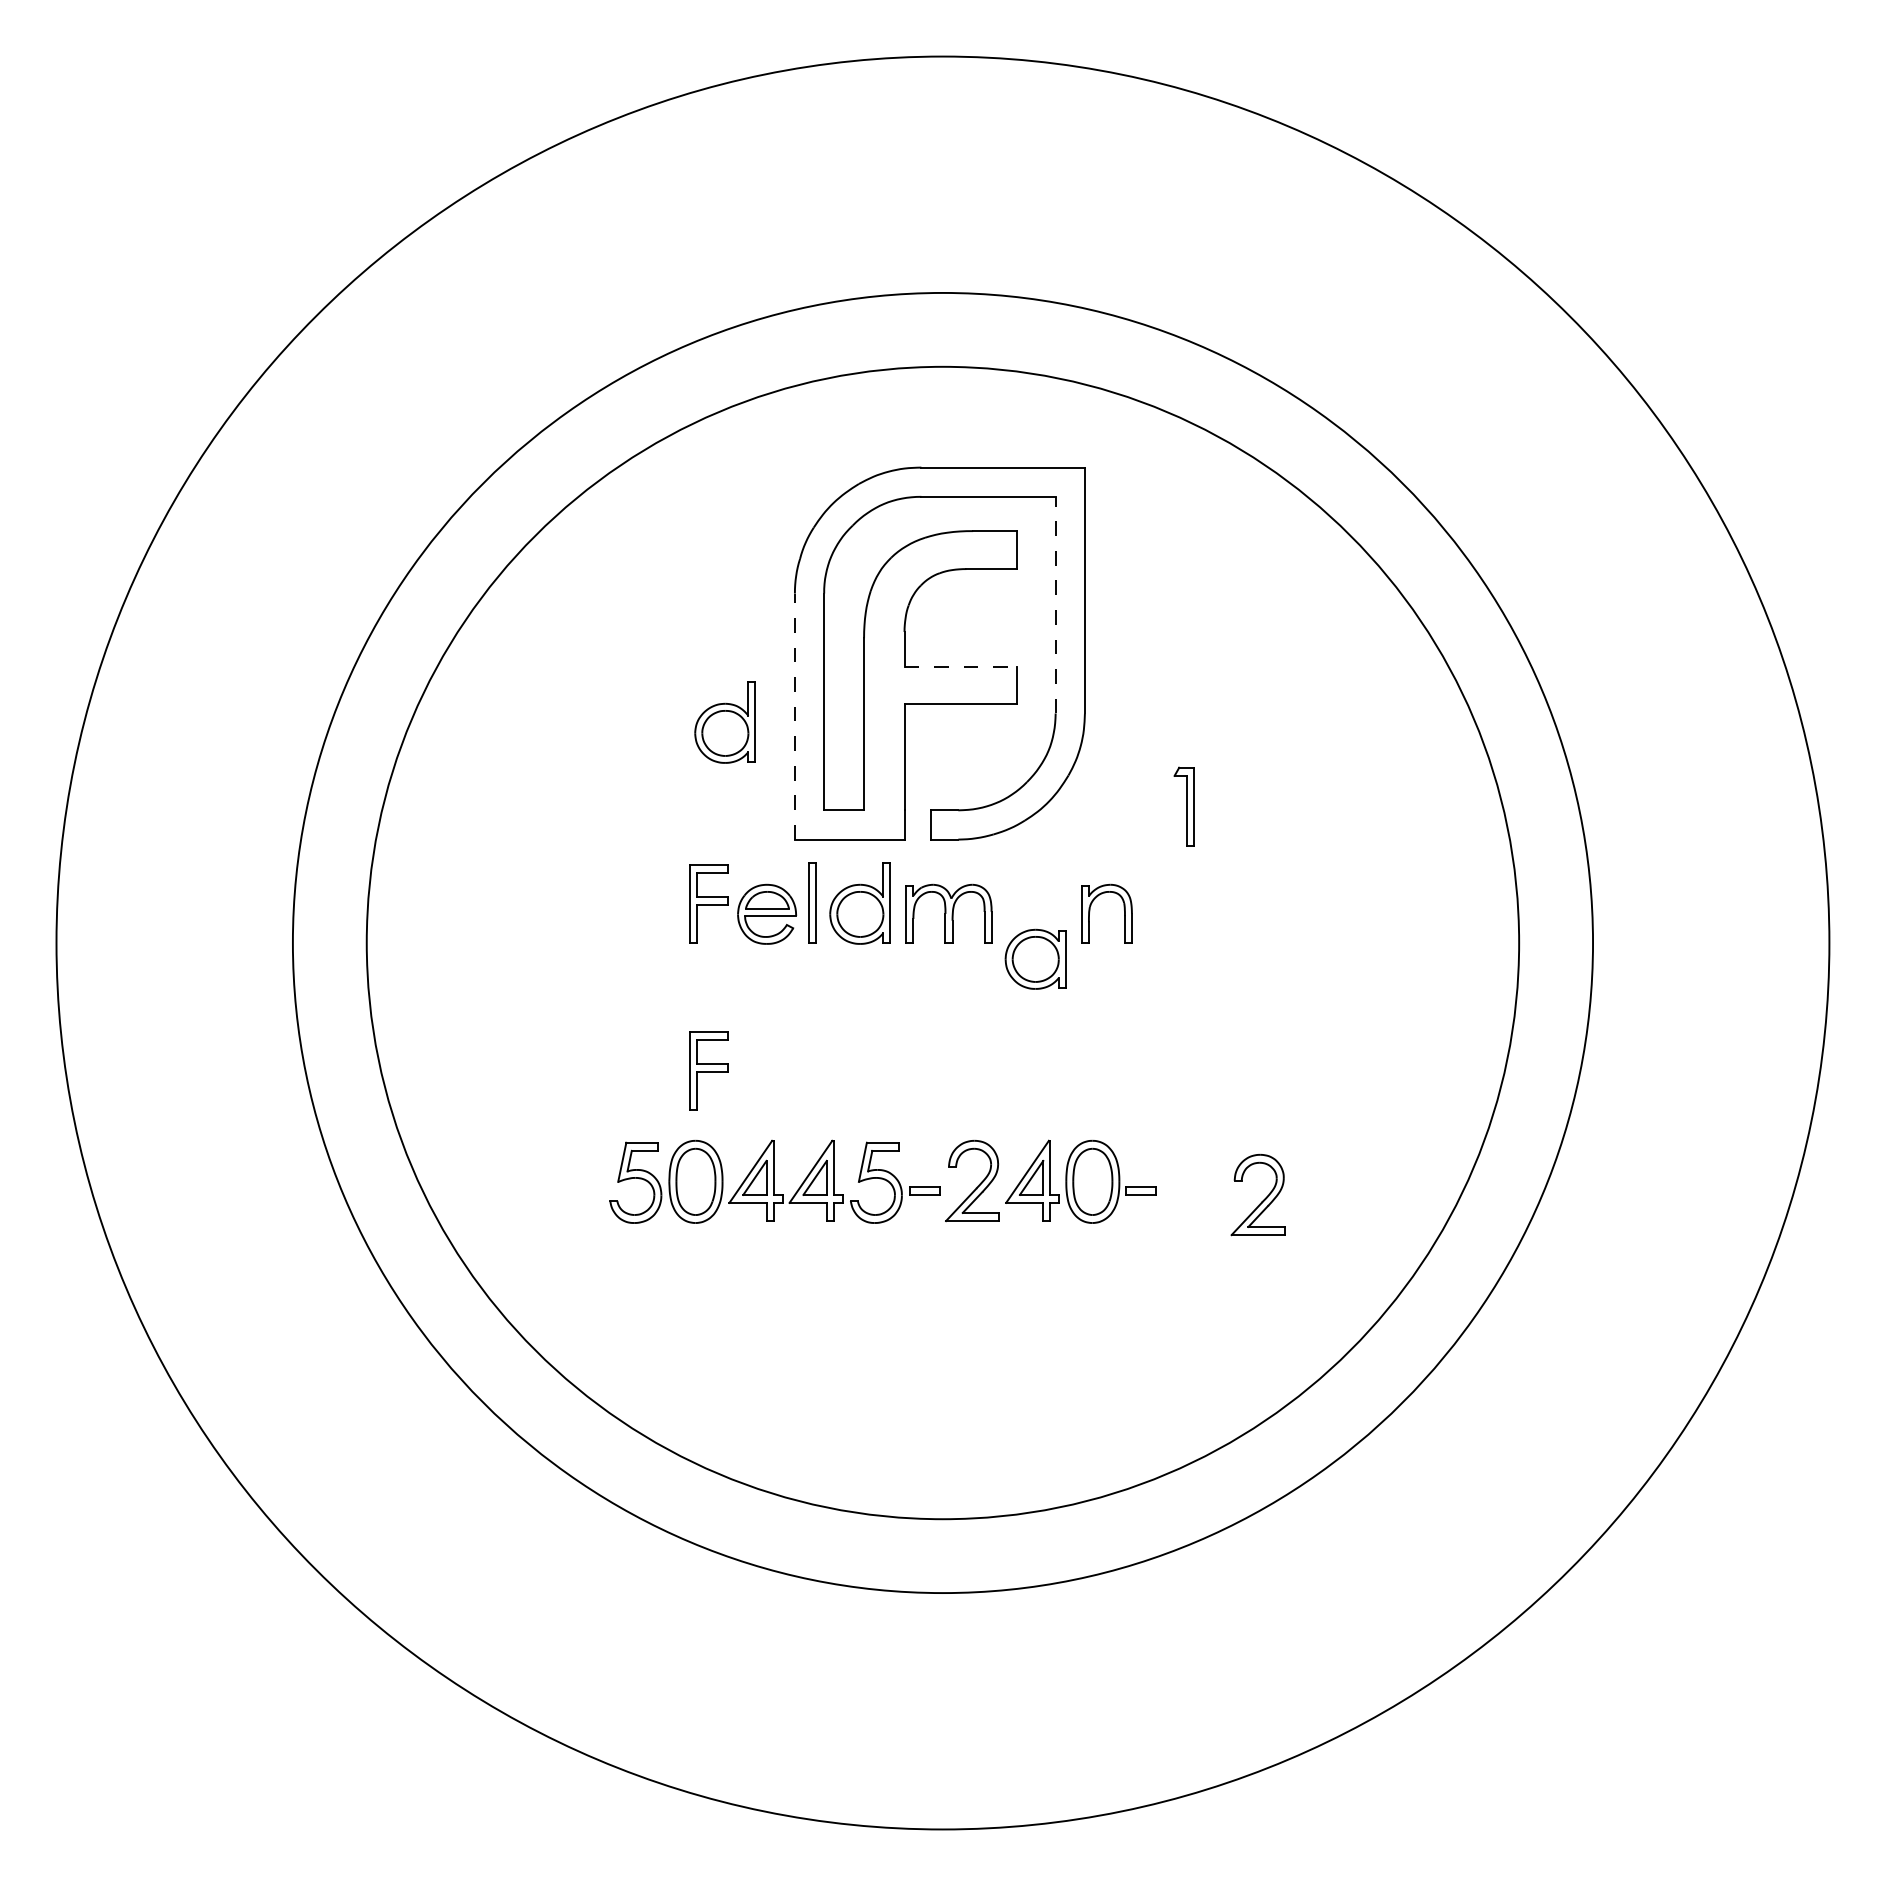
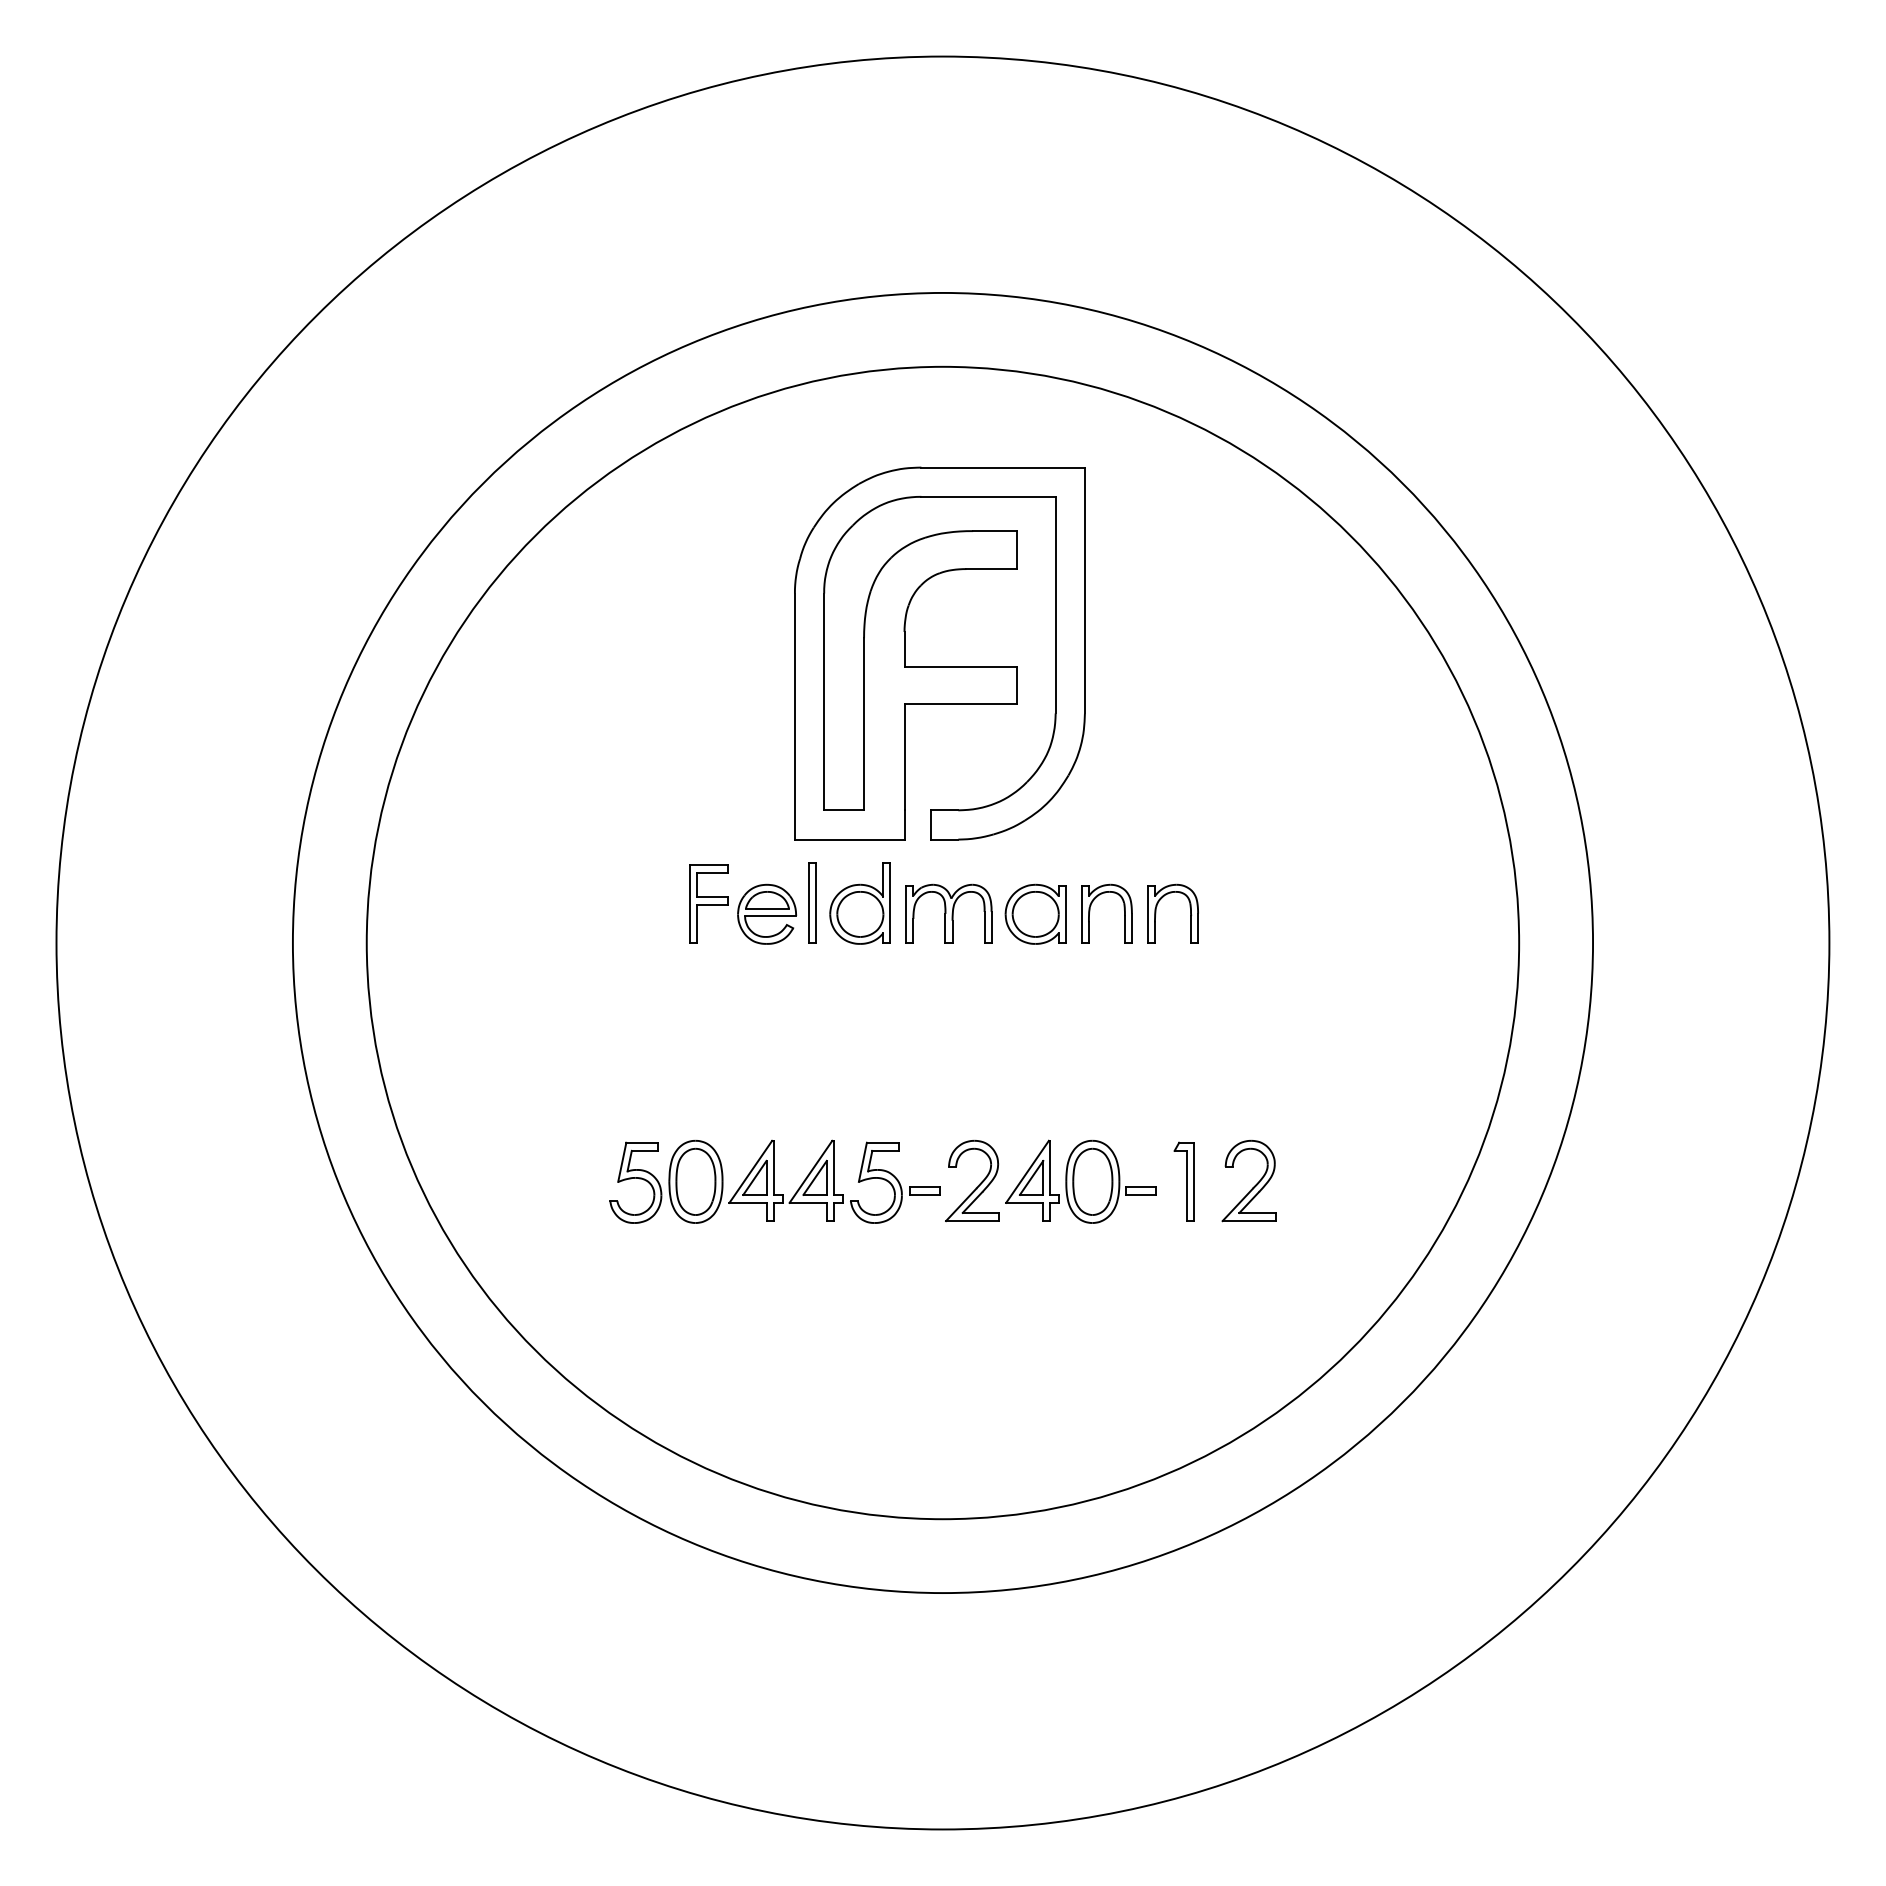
line at (1055, 604): dashed -> solid
line at (961, 666): dashed -> solid
line at (794, 716): dashed -> solid
part at (724, 722): present -> none
part at (1183, 806) position: (1183, 806) -> (1183, 1181)
part at (1156, 913): none -> present
part at (1035, 958) position: (1035, 958) -> (1035, 913)
part at (708, 1070): present -> none
part at (1262, 1200) position: (1262, 1200) -> (1253, 1186)
